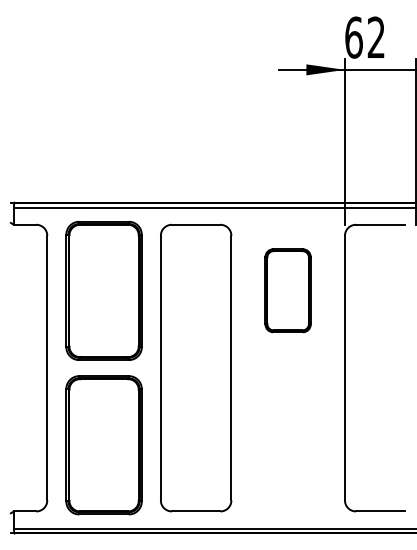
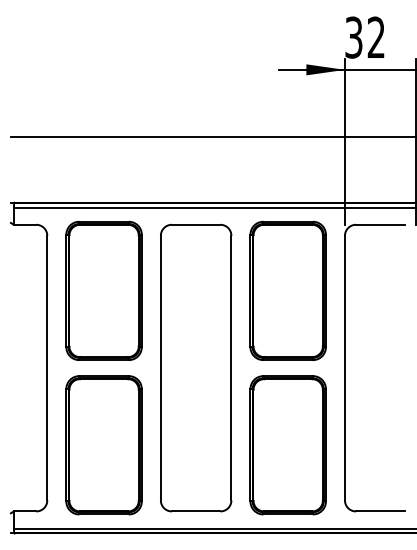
text at (353, 37): 62 -> 32
line at (211, 136): none -> present
part at (287, 290) size: 48x86 px -> 78x141 px
part at (287, 445): none -> present
